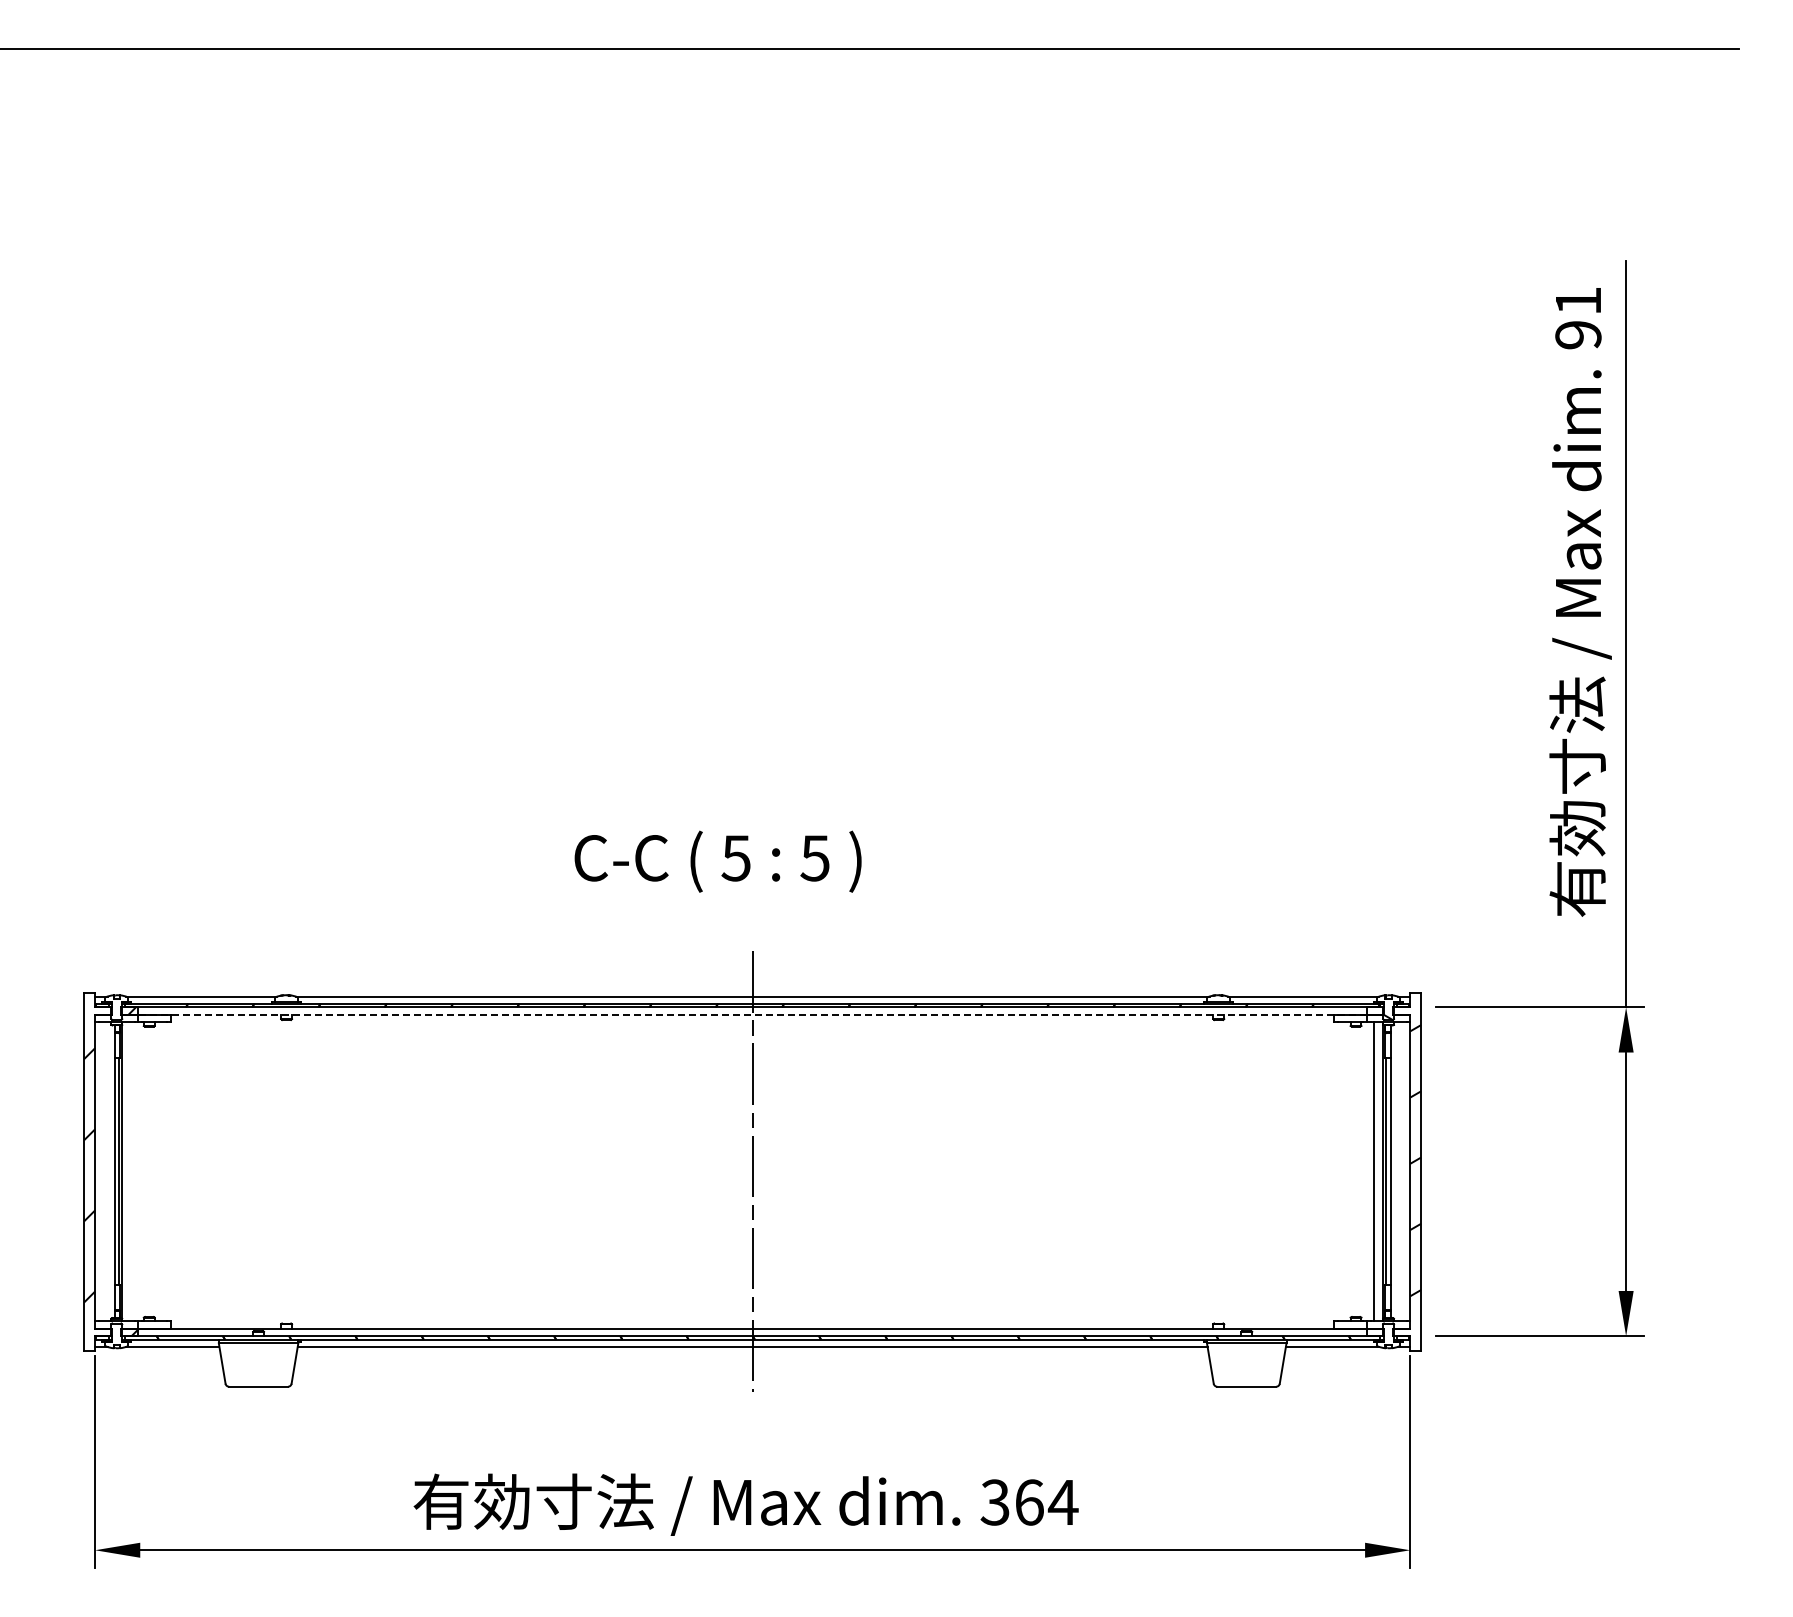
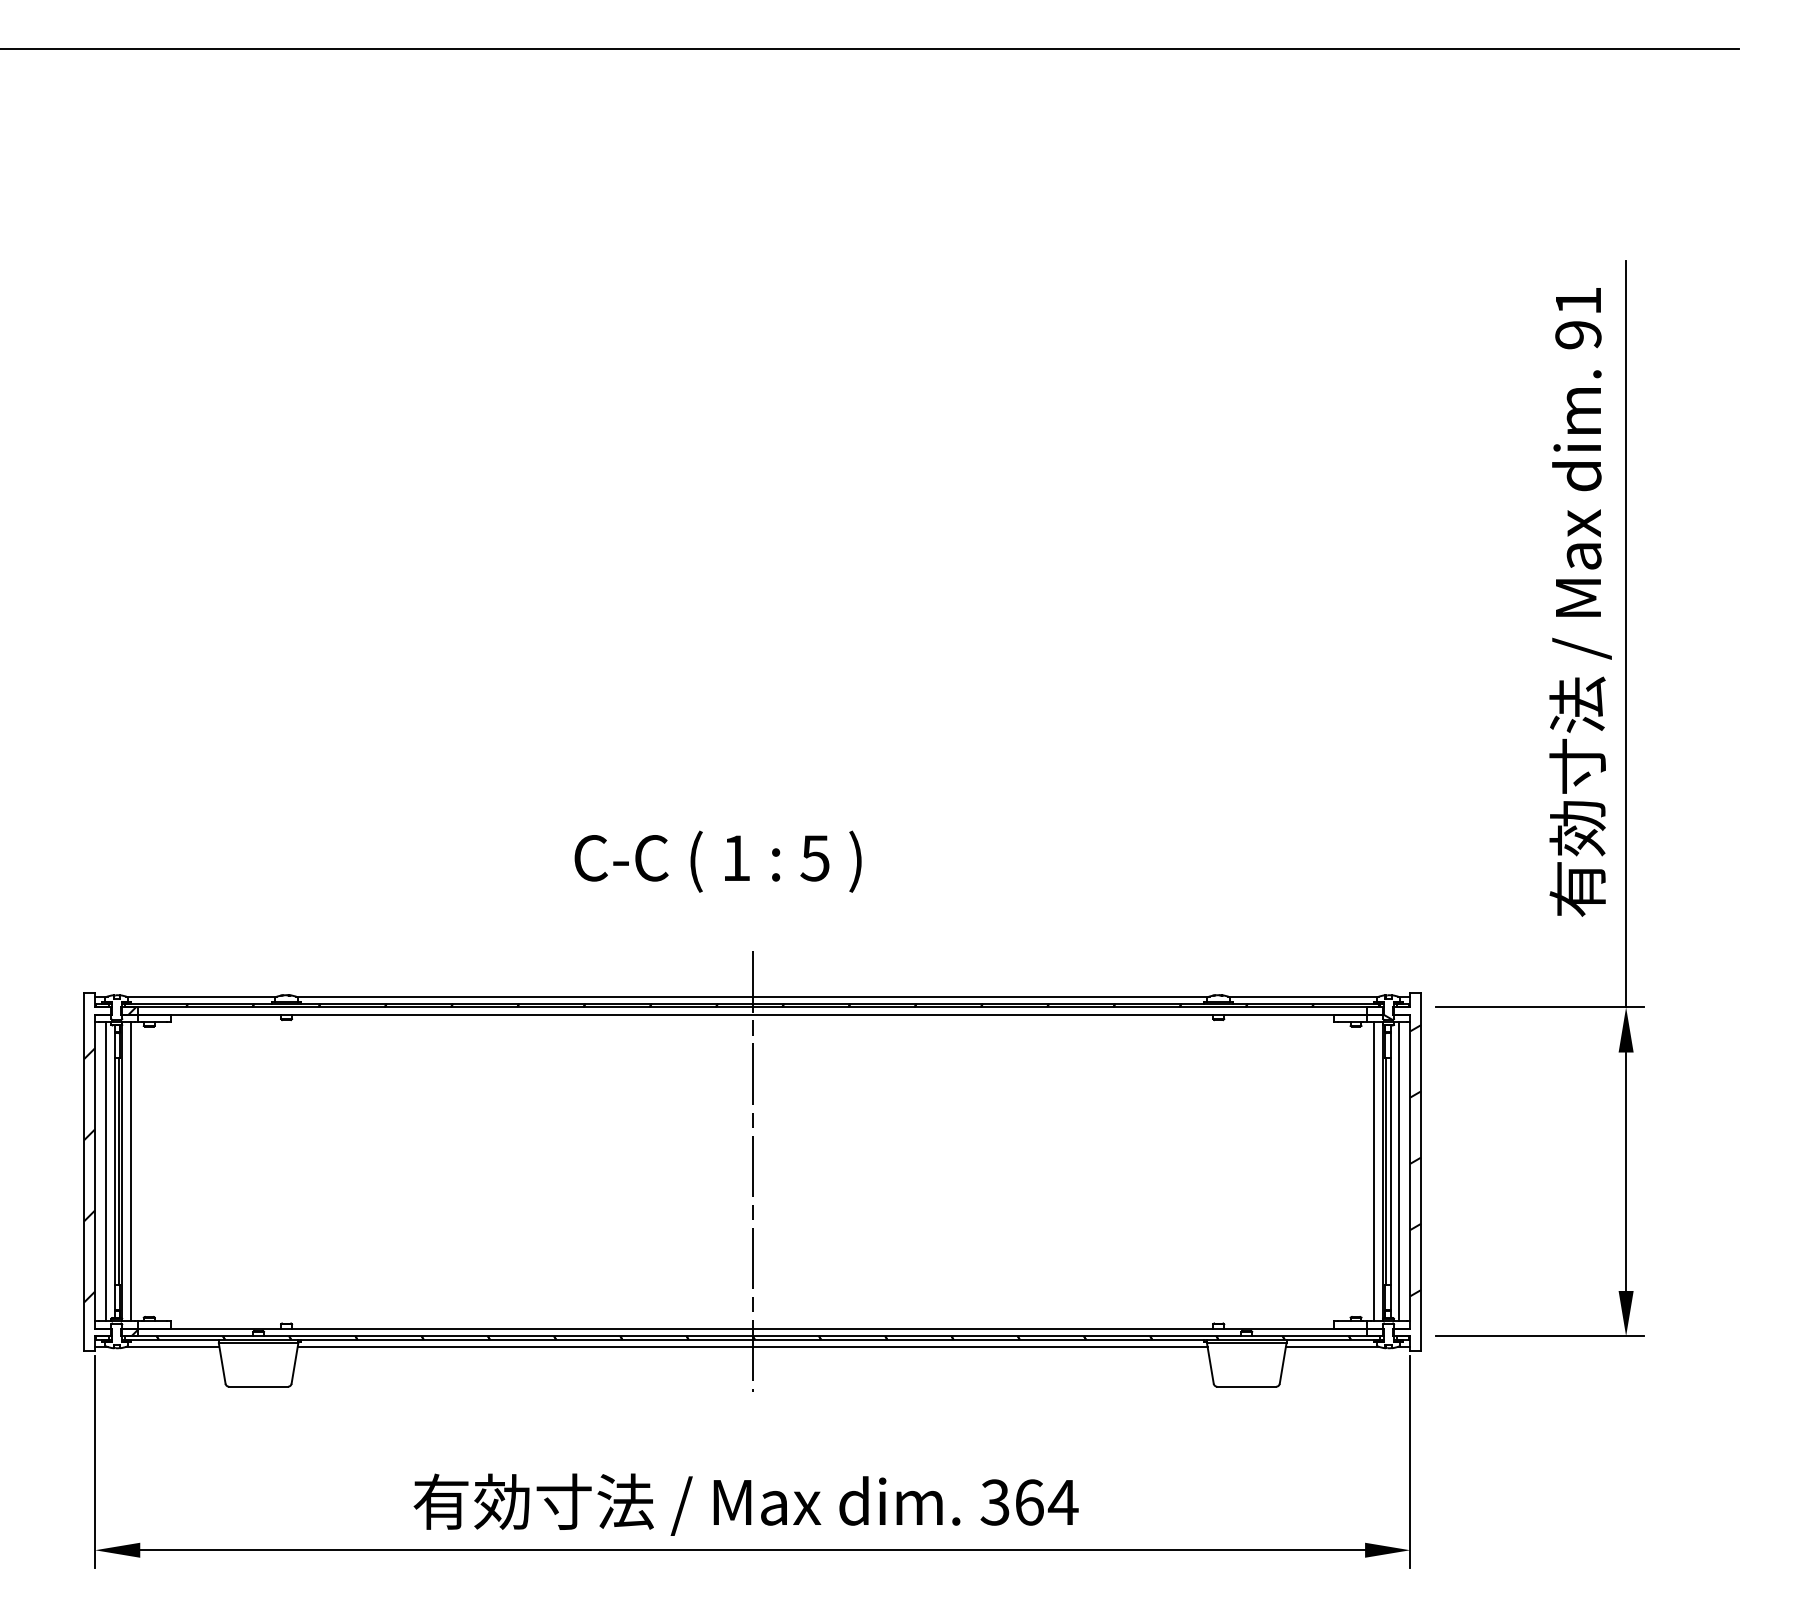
text at (735, 858): 5 -> 1
line at (752, 1014): dashed -> solid
line at (105, 1171): none -> present
line at (131, 1171): none -> present
line at (1399, 1171): none -> present
